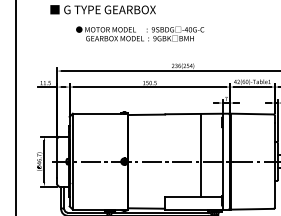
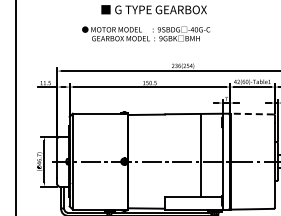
text at (102, 9) position: (102, 9) -> (153, 9)
text at (140, 33) position: (140, 33) -> (146, 33)
line at (251, 114): solid -> dashed
